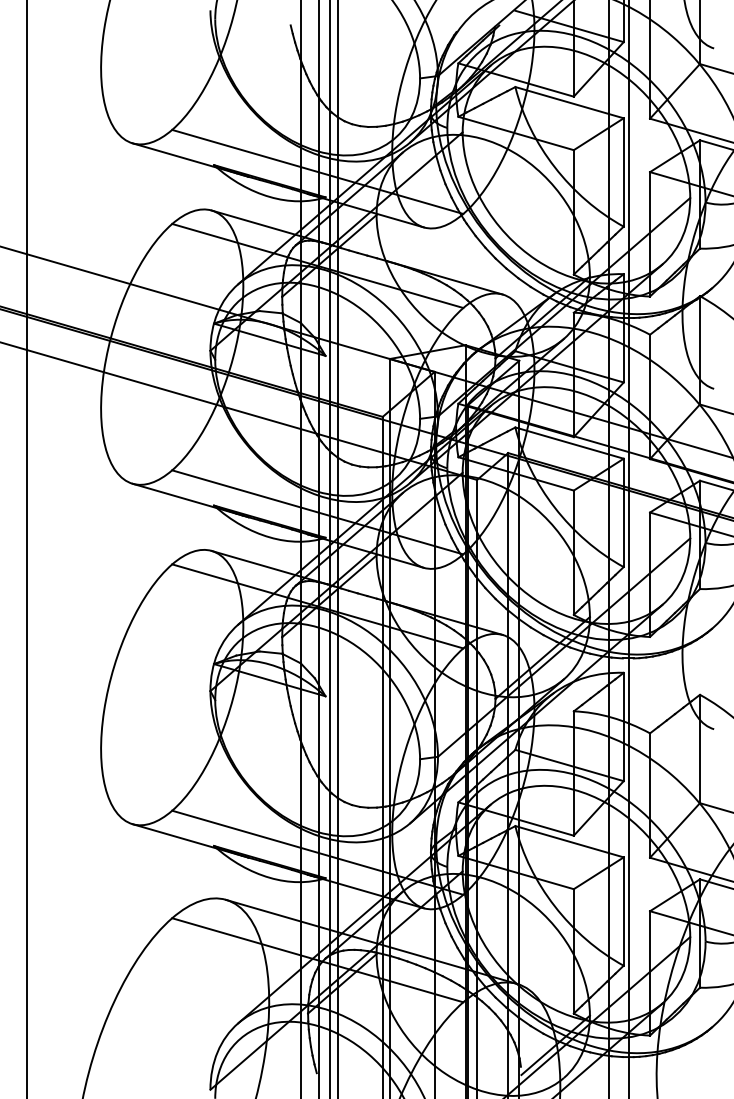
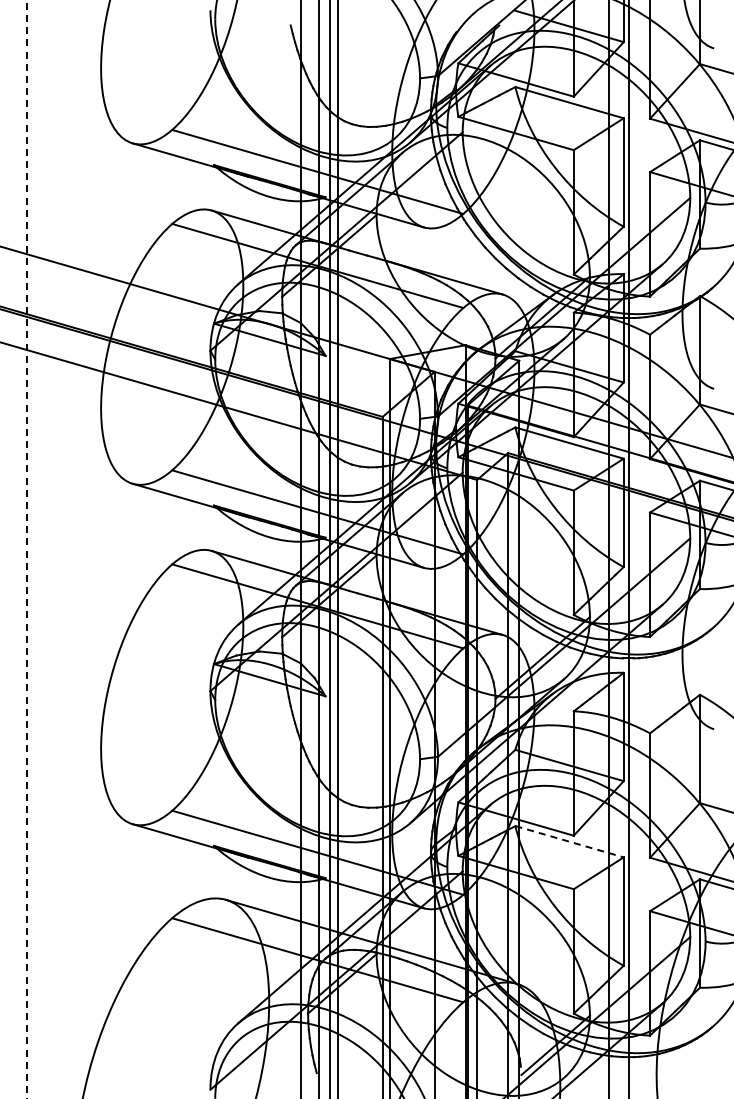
line at (27, 549): solid -> dashed
line at (570, 841): solid -> dashed
